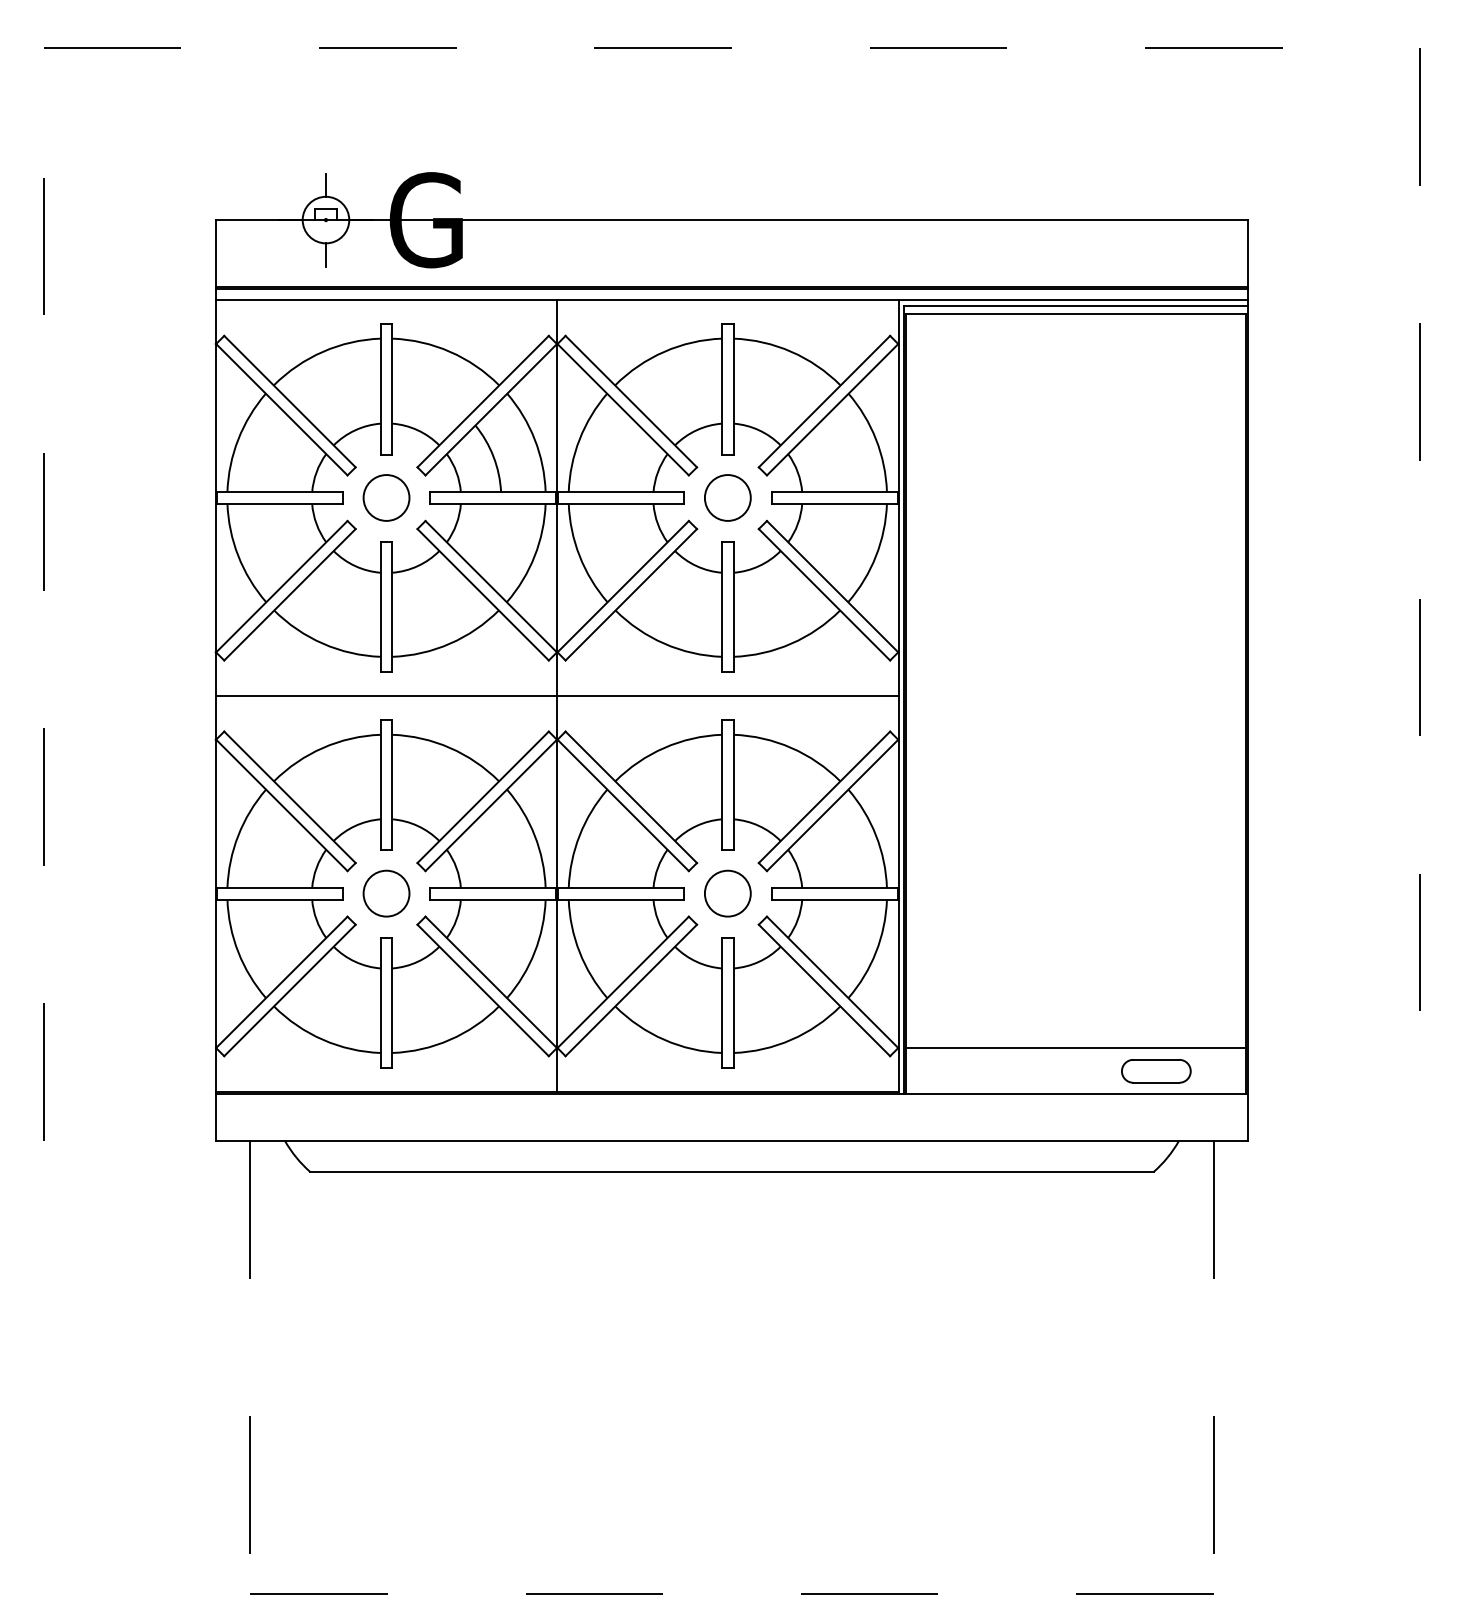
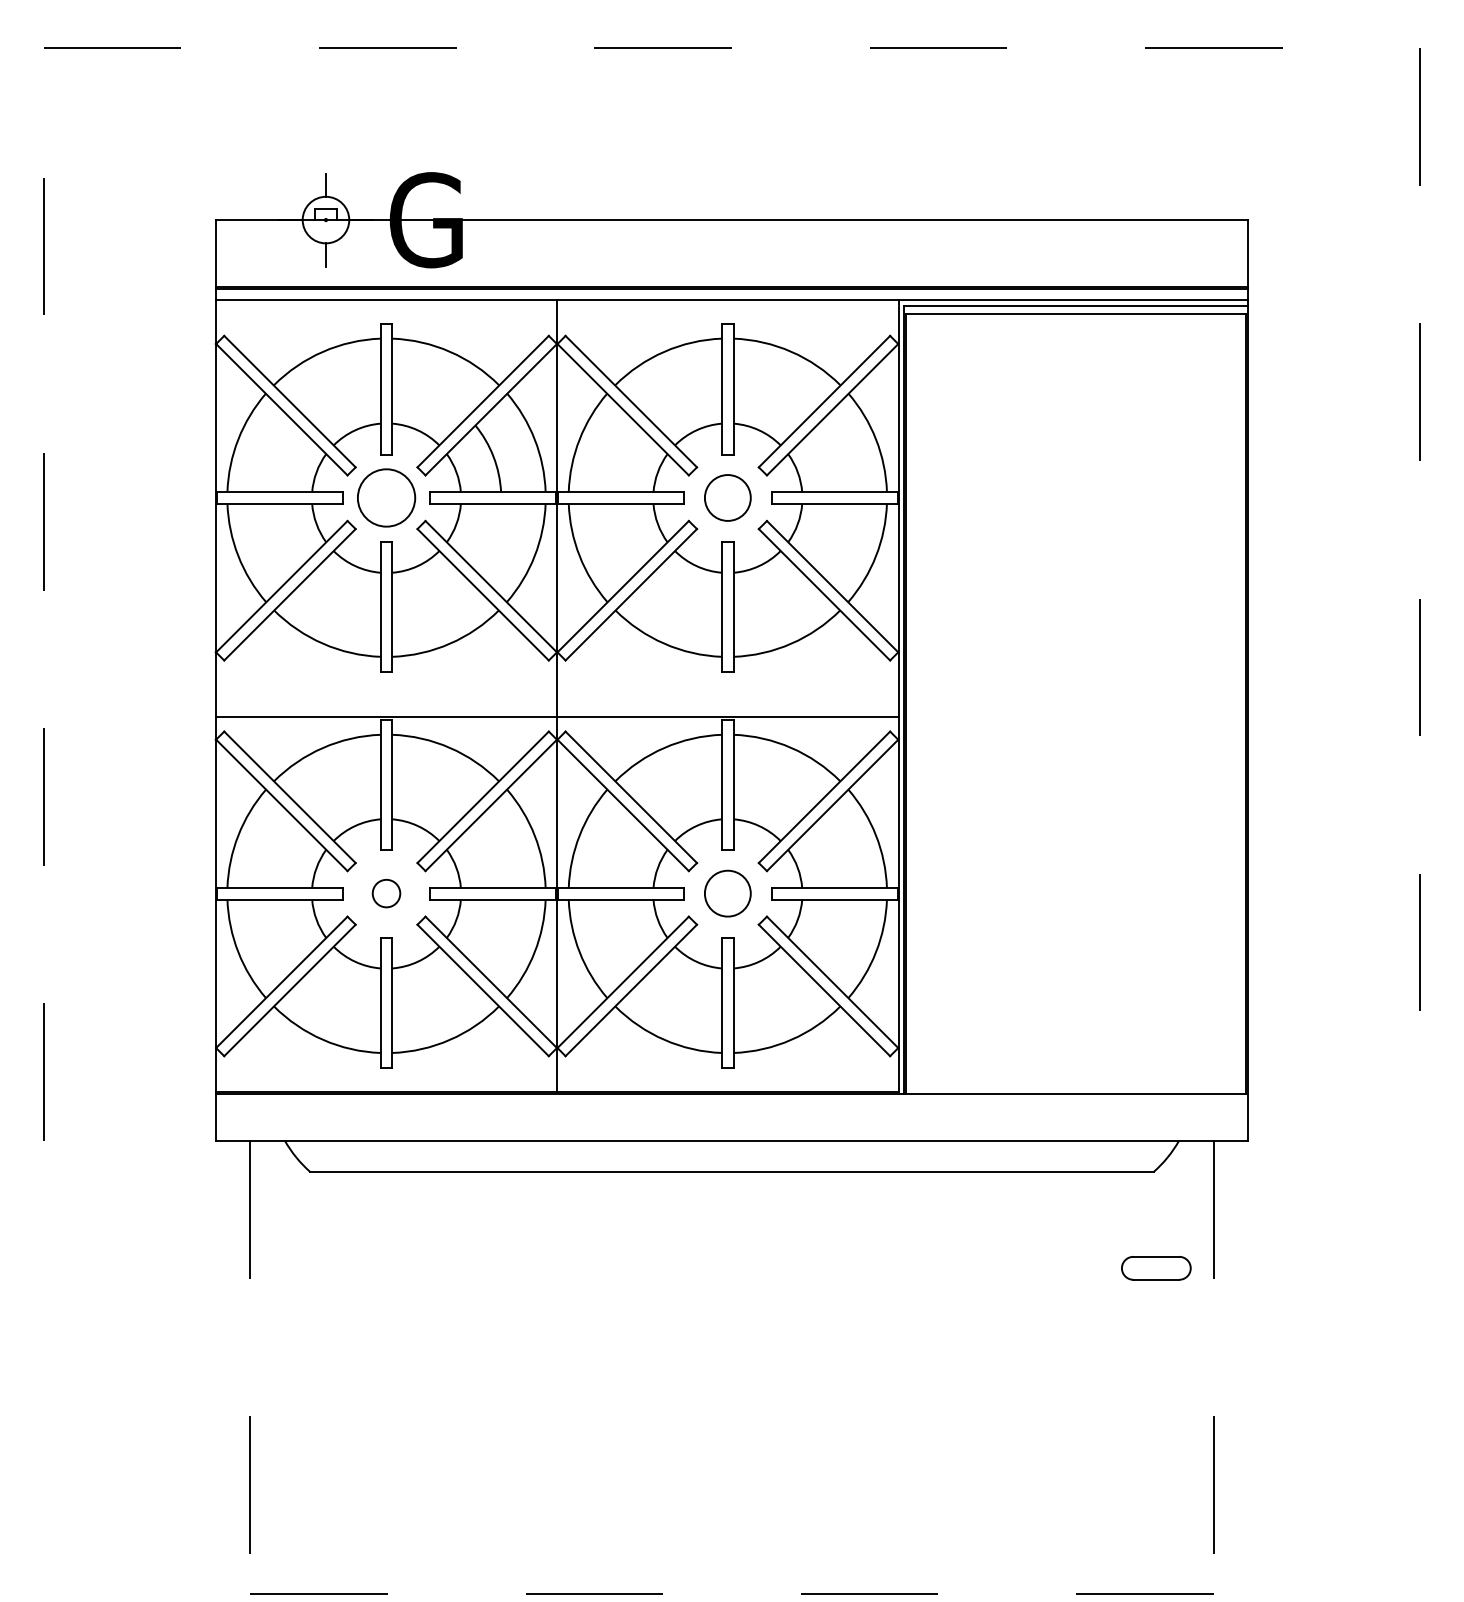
circle at (386, 497) diameter: 46 px -> 57 px
line at (556, 696) position: (556, 696) -> (556, 717)
circle at (386, 893) size: 49x49 px -> 31x31 px
line at (1075, 1048): present -> none
part at (1156, 1071) position: (1156, 1071) -> (1156, 1268)
